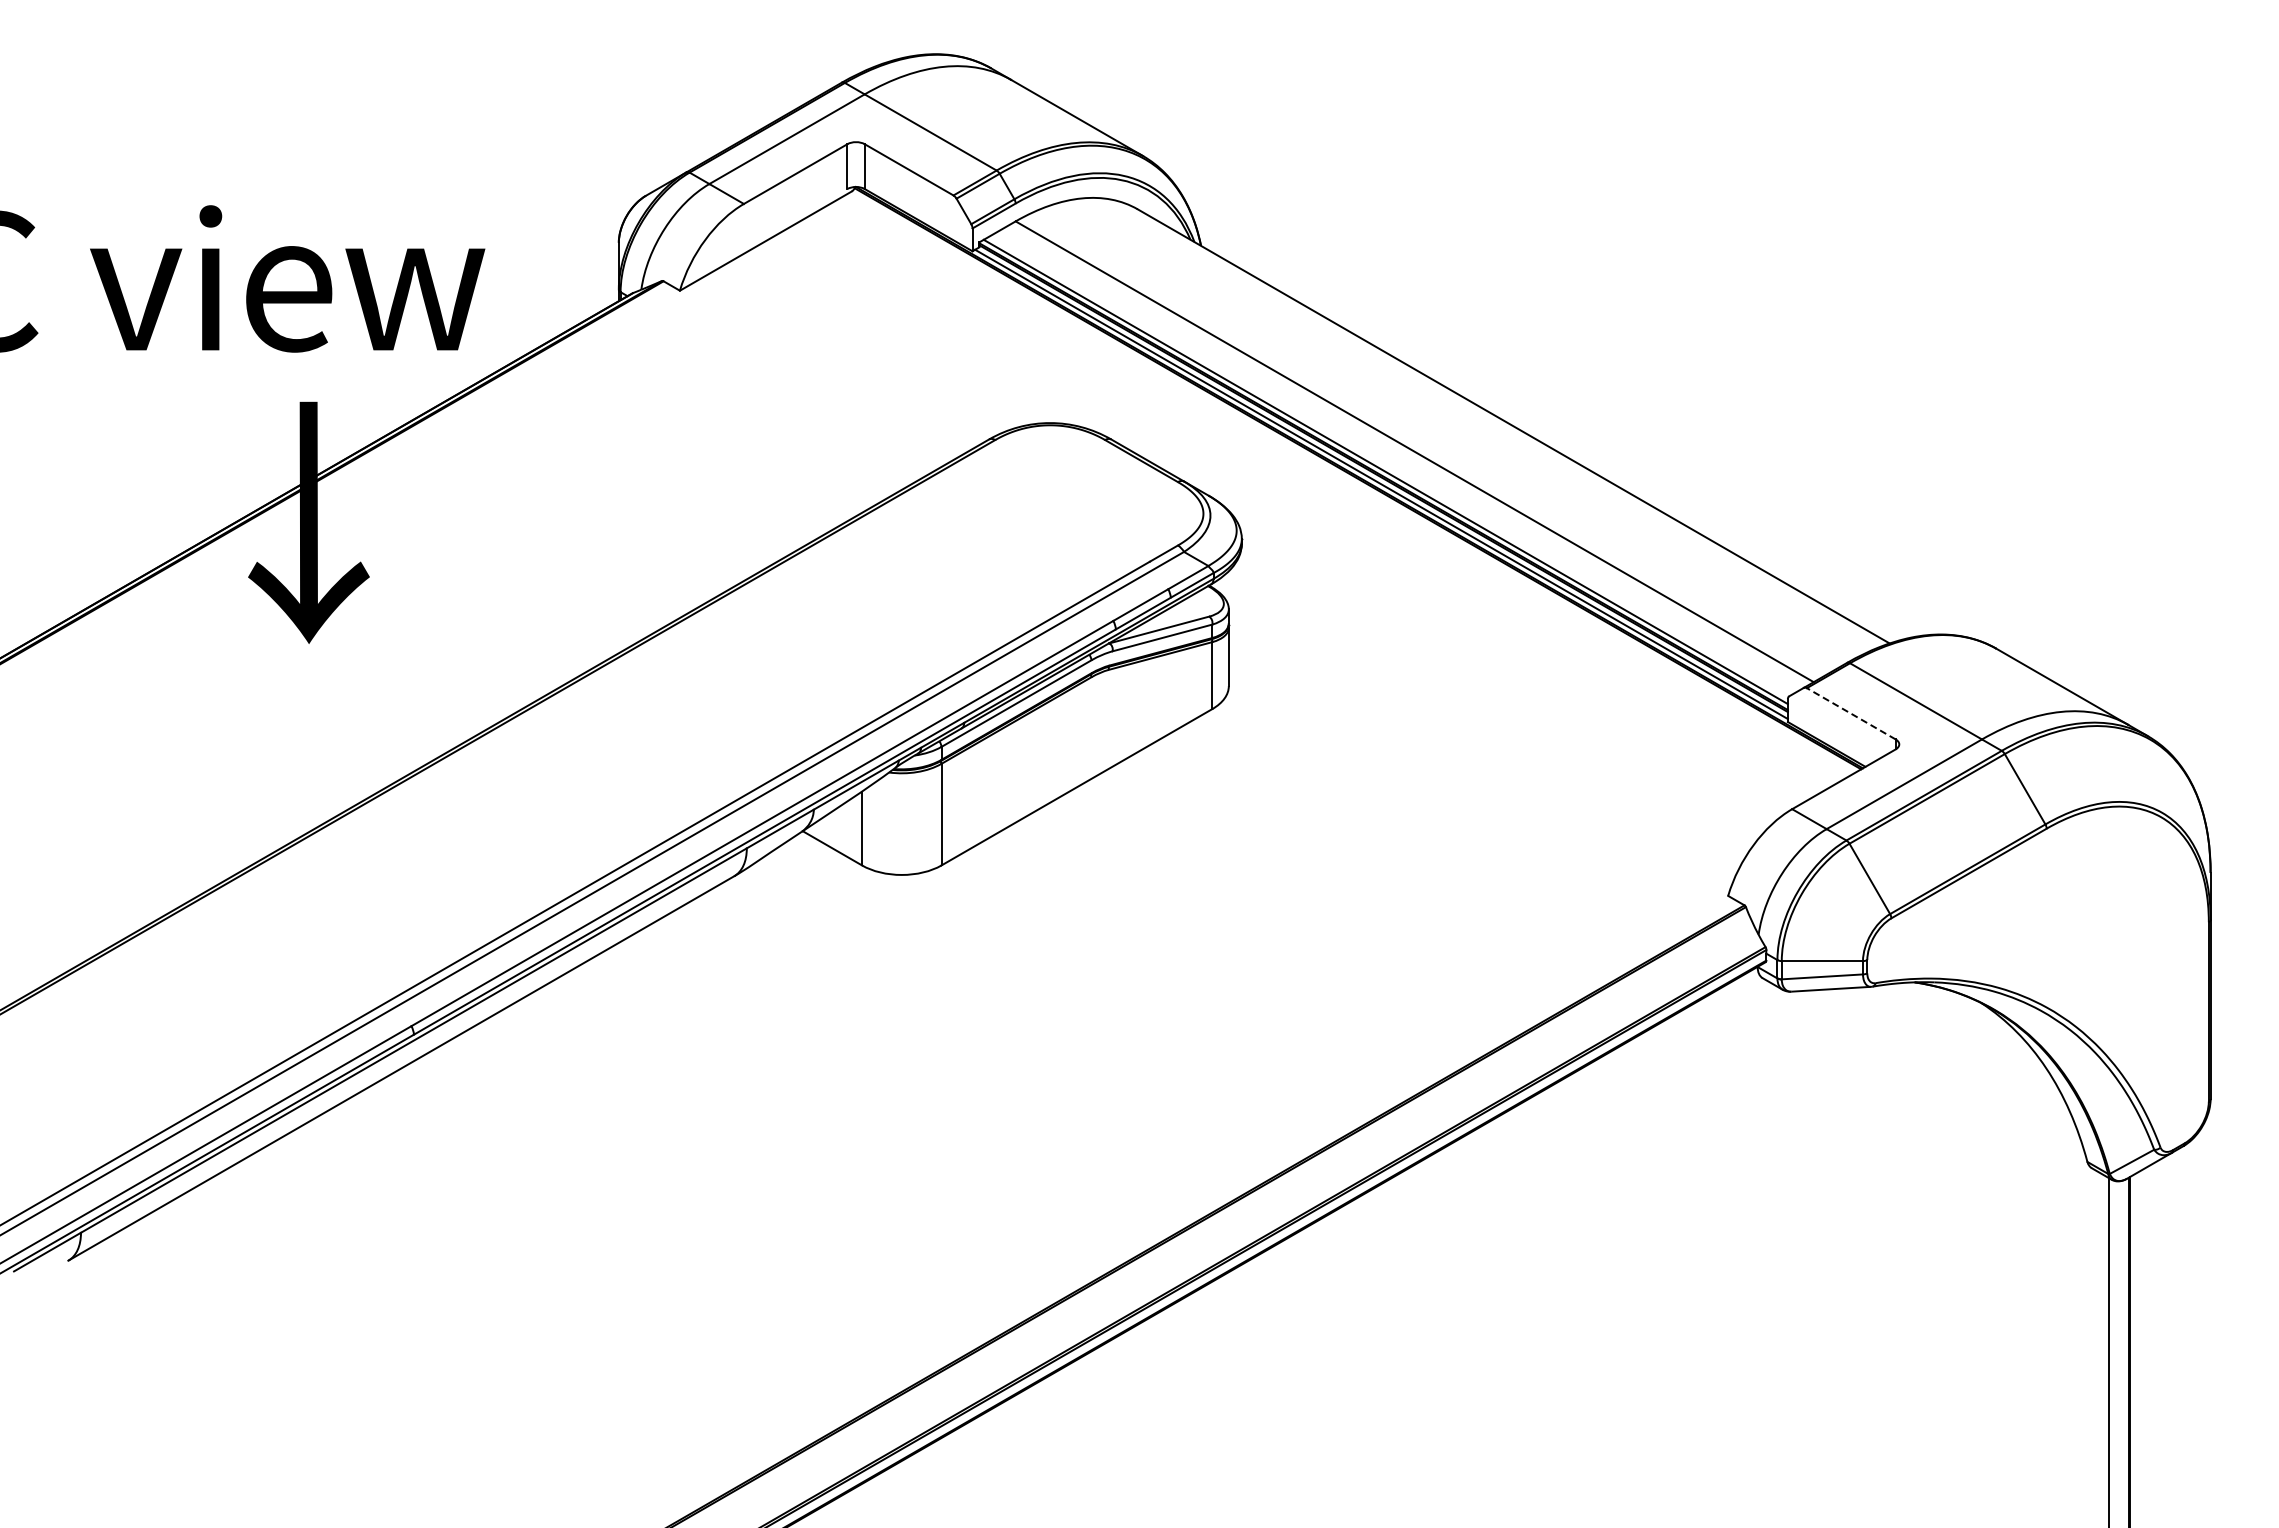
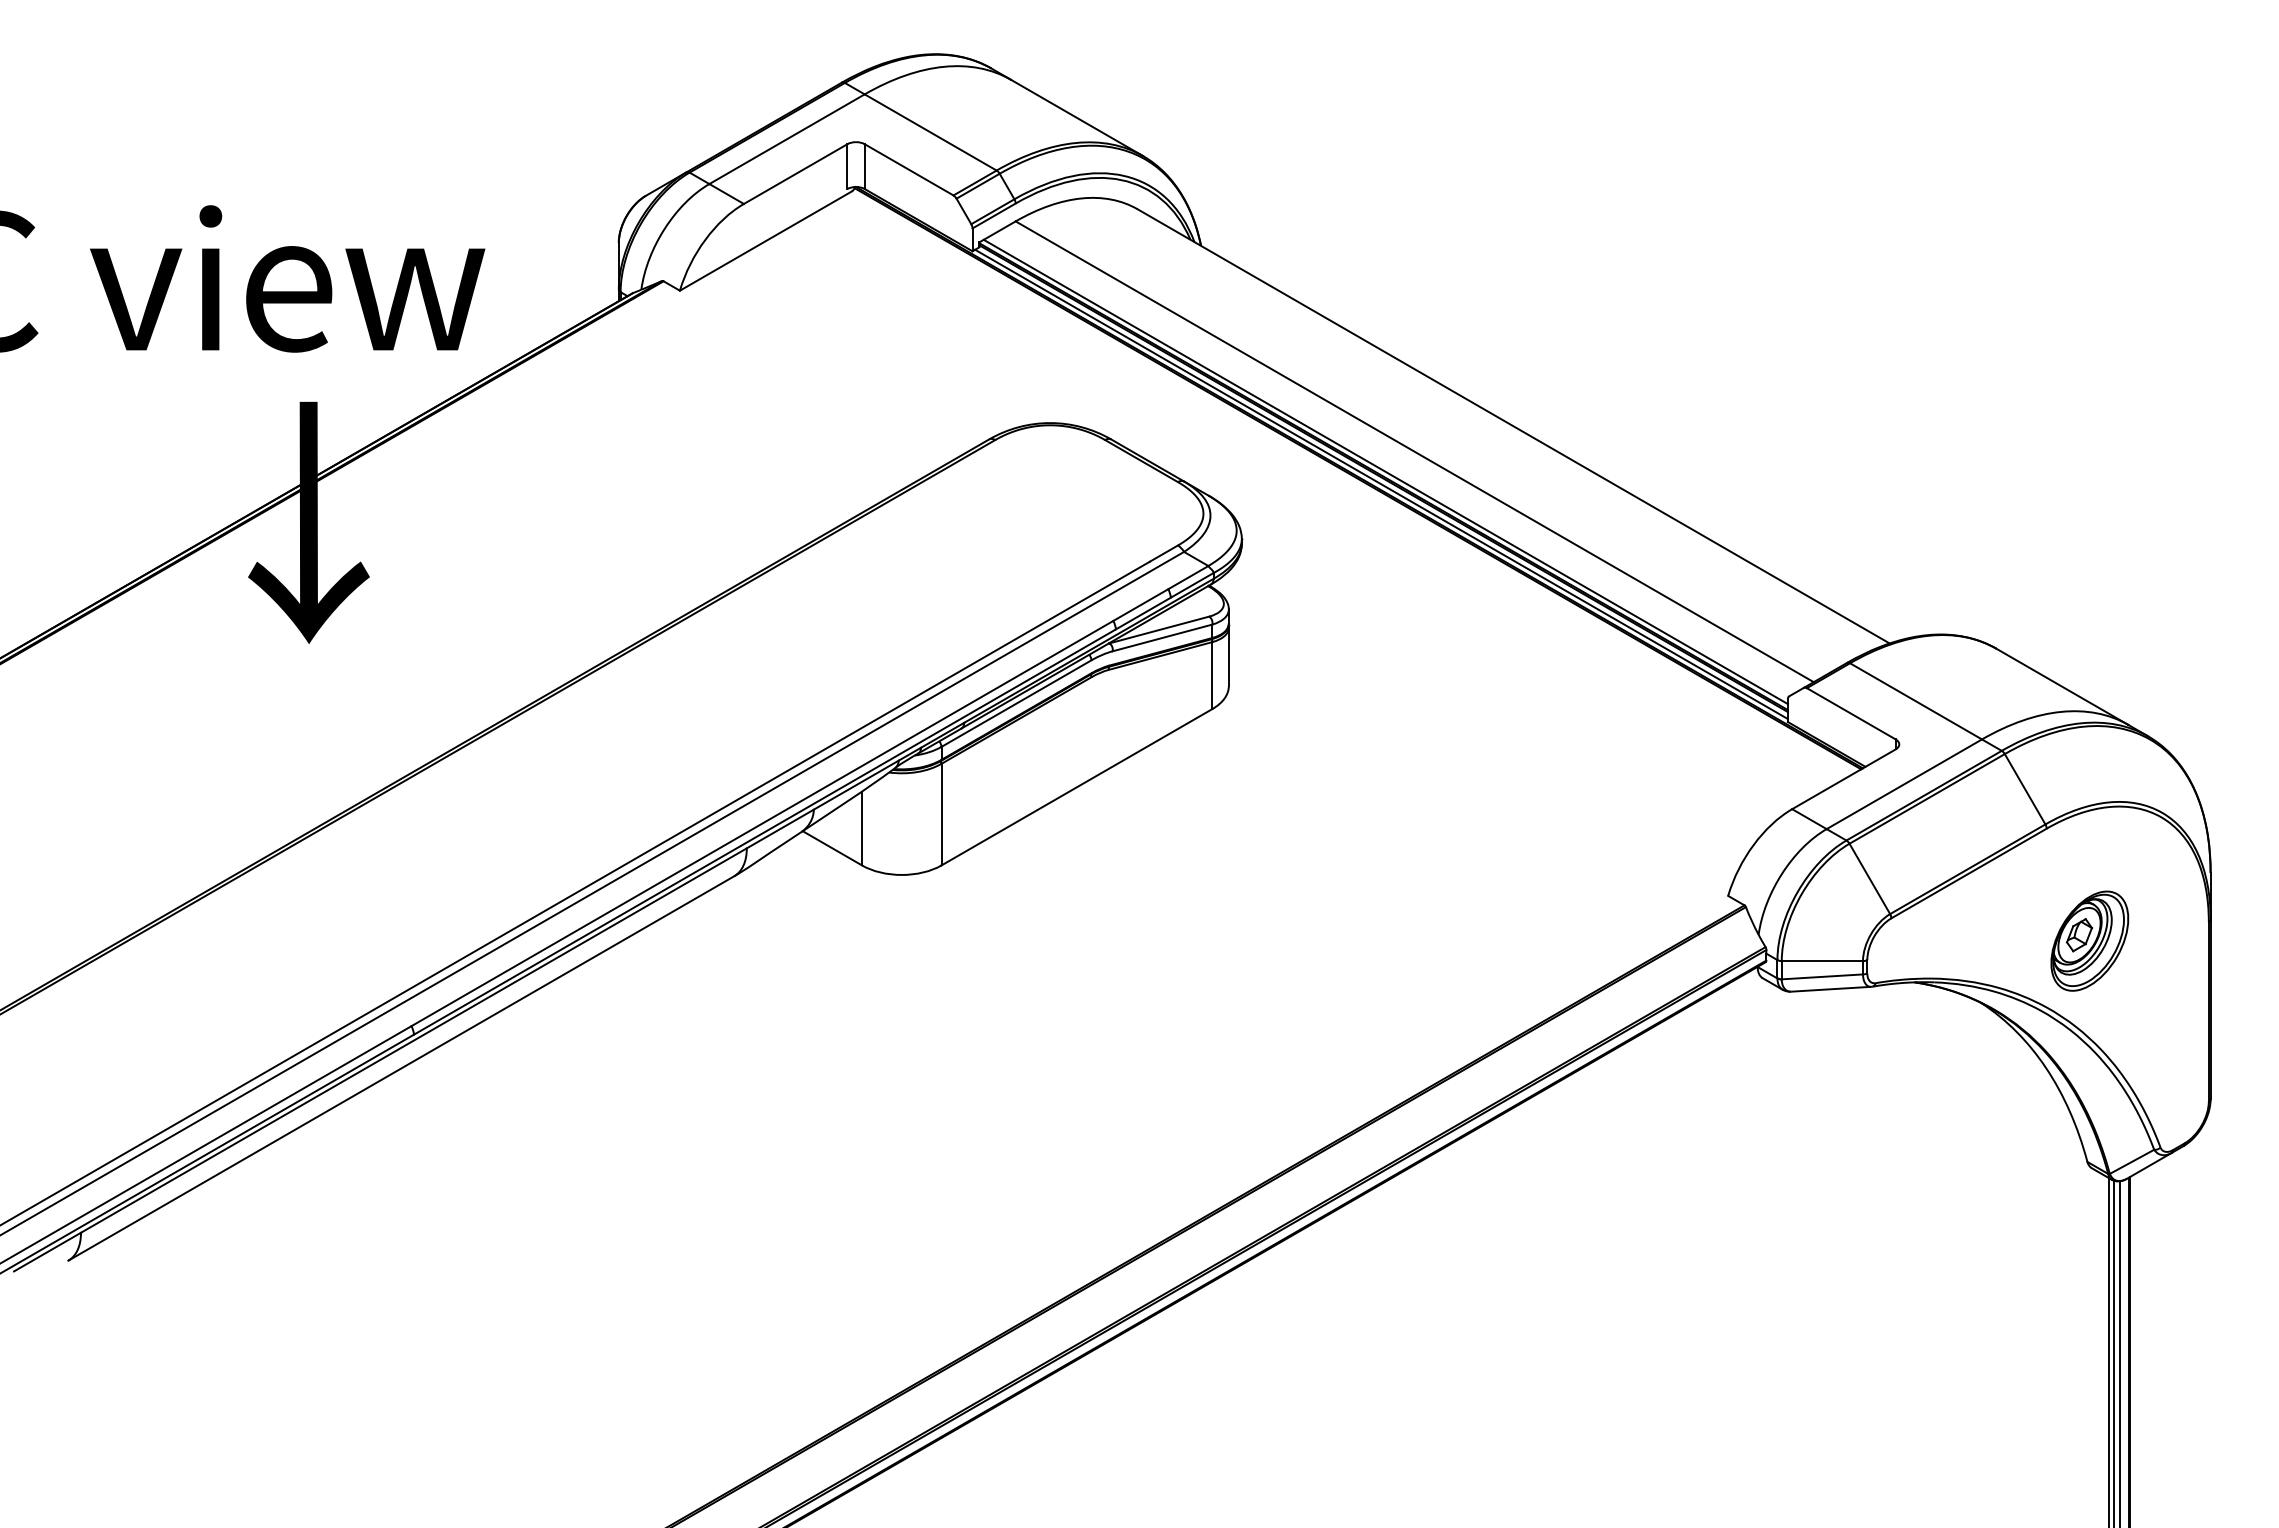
line at (1850, 713): dashed -> solid
part at (2089, 940): none -> present
line at (2114, 1352): none -> present
line at (2119, 1352): none -> present
